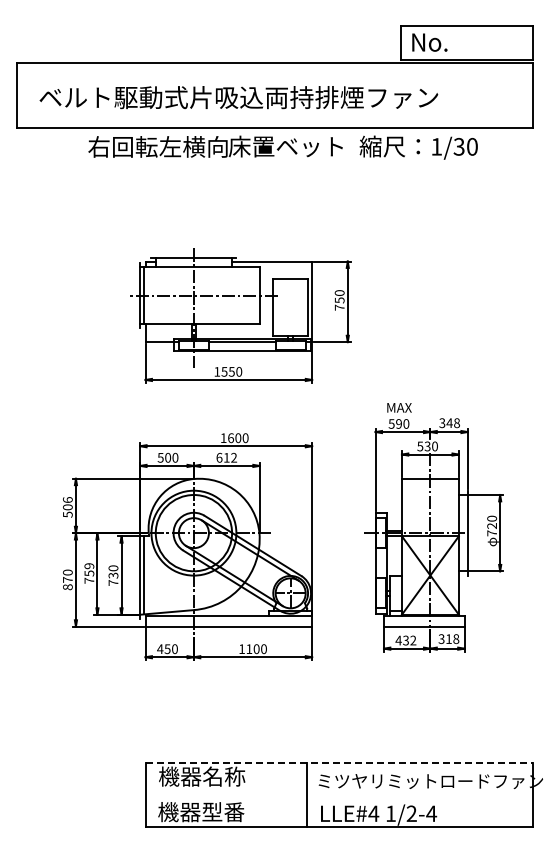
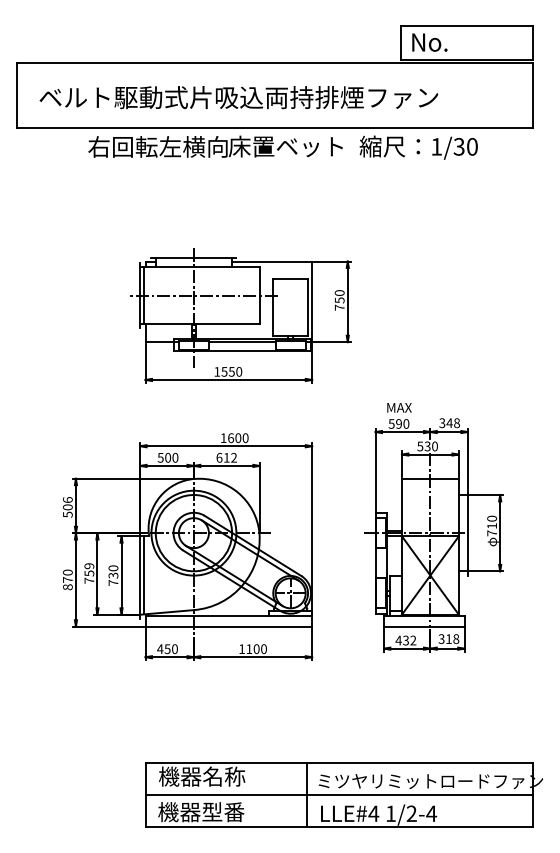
text at (491, 525): 720 -> 710
line at (339, 762): dashed -> solid
line at (338, 795): none -> present
